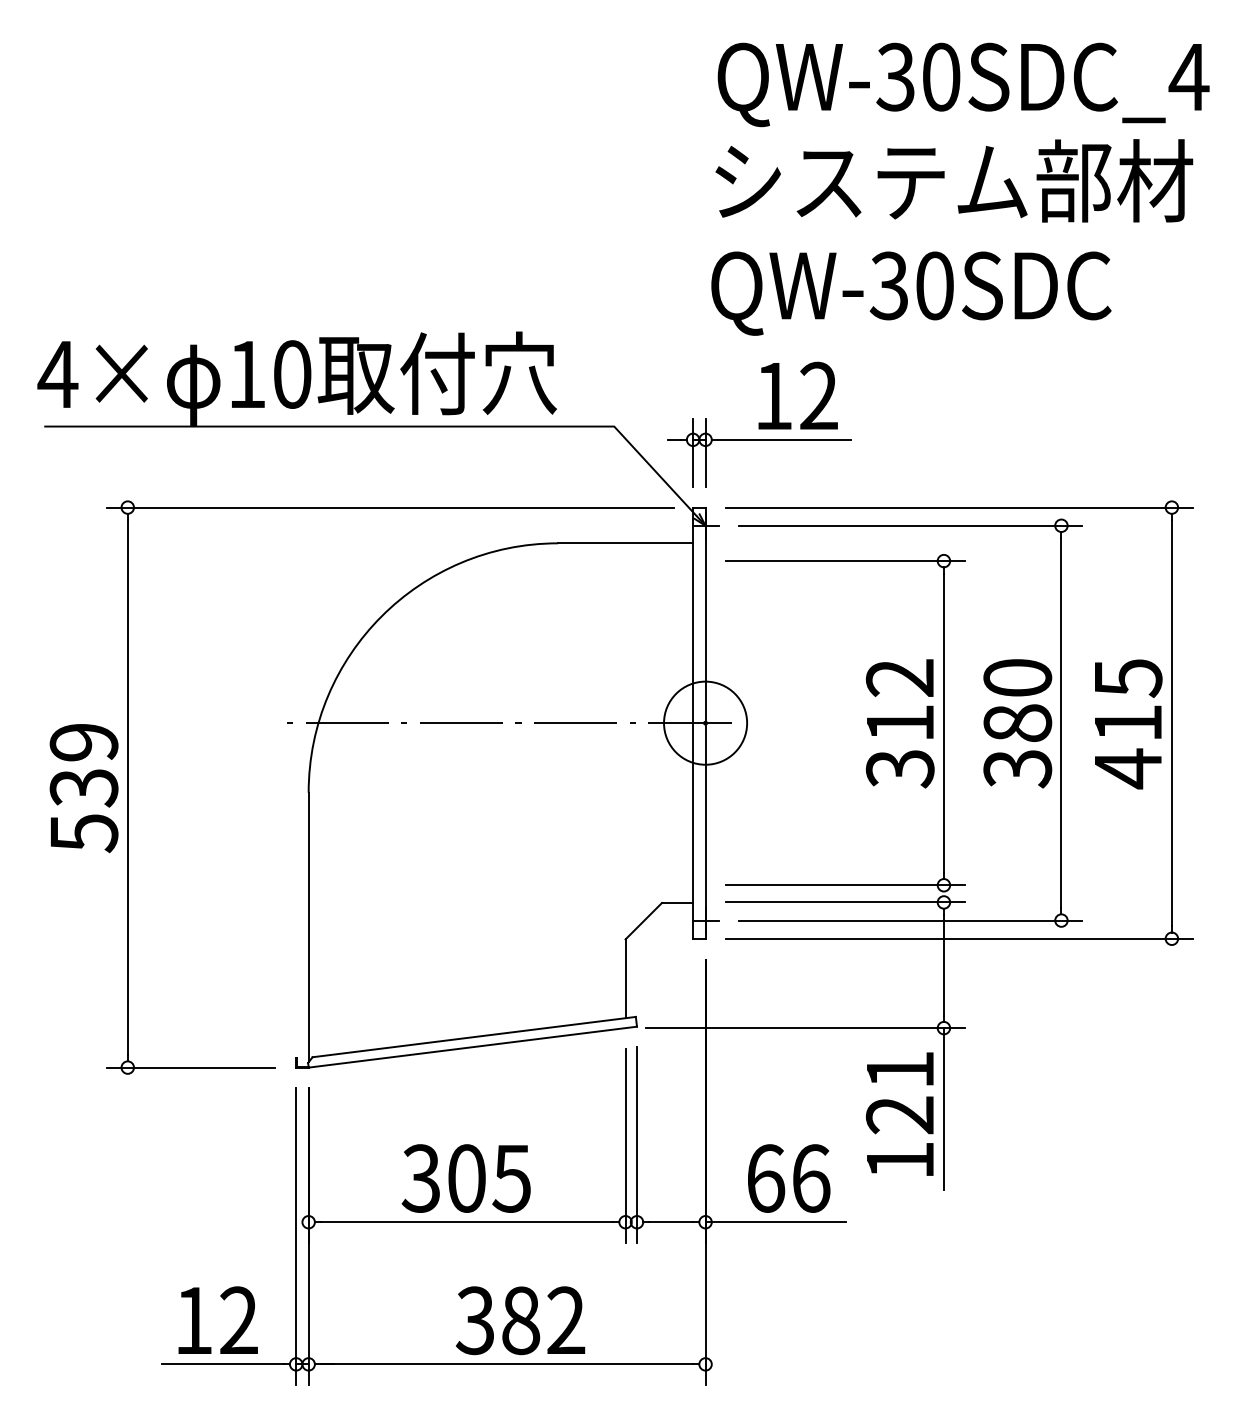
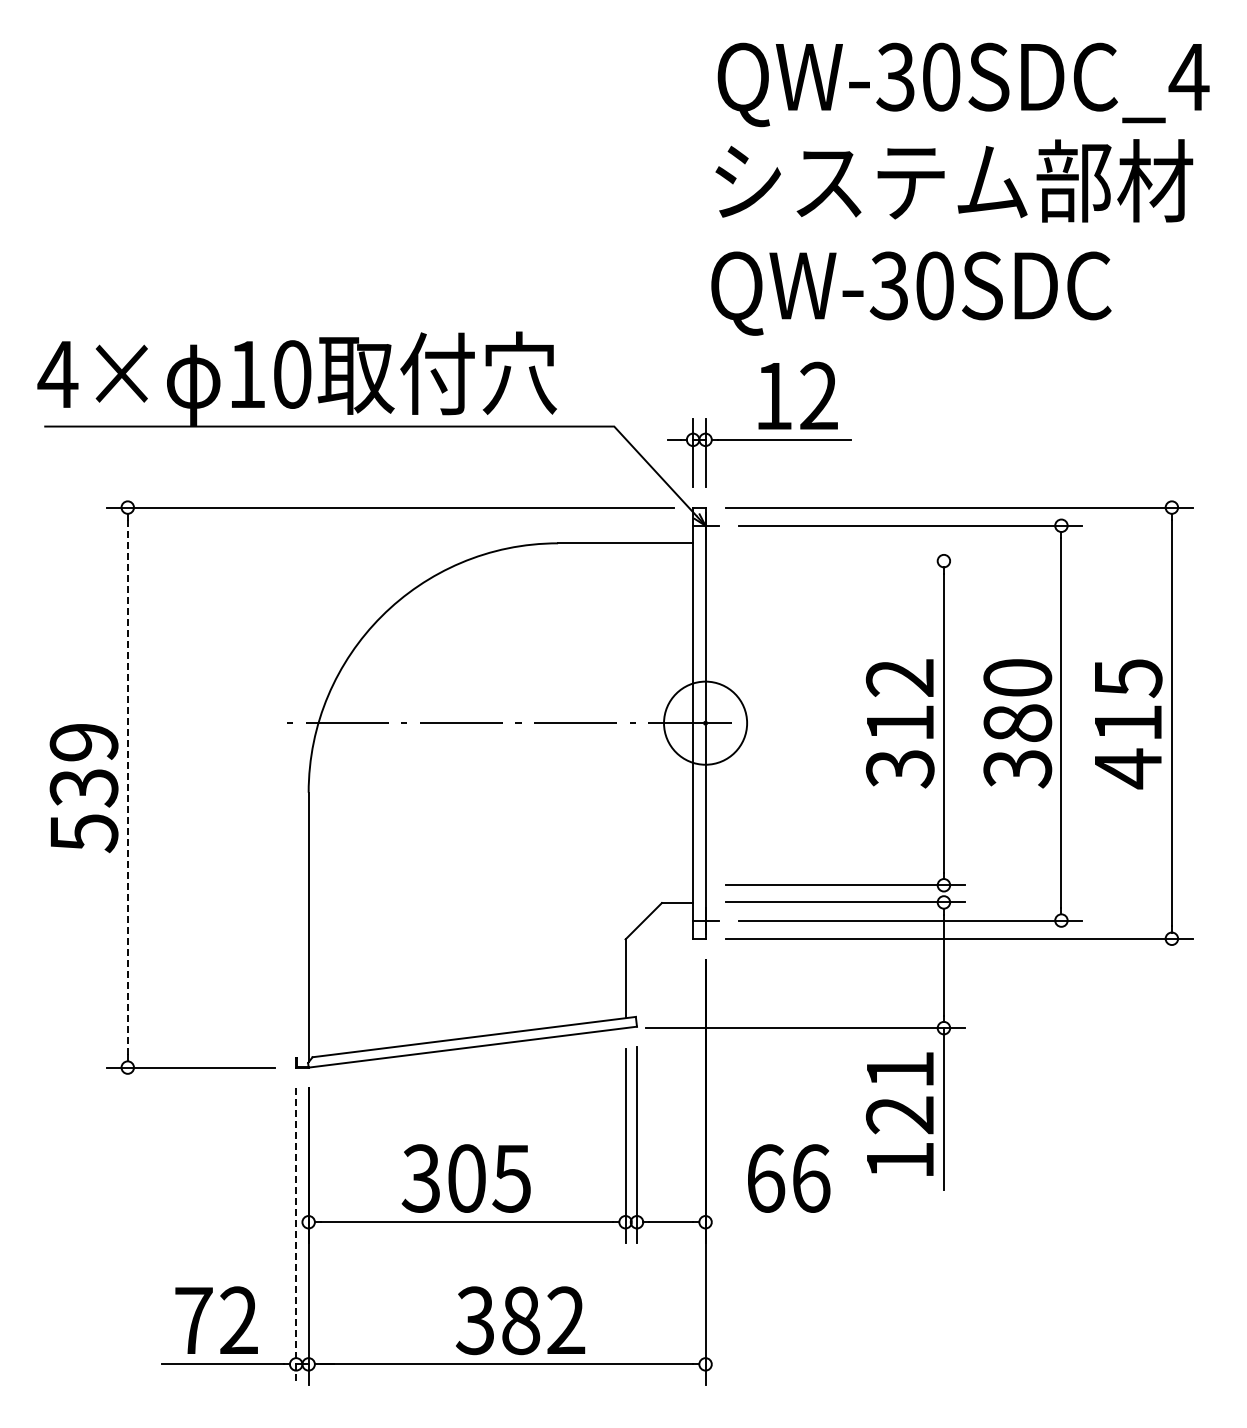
line at (845, 561): present -> none
line at (127, 787): solid -> dashed
line at (775, 1222): present -> none
line at (296, 1237): solid -> dashed
text at (193, 1320): 12 -> 72
